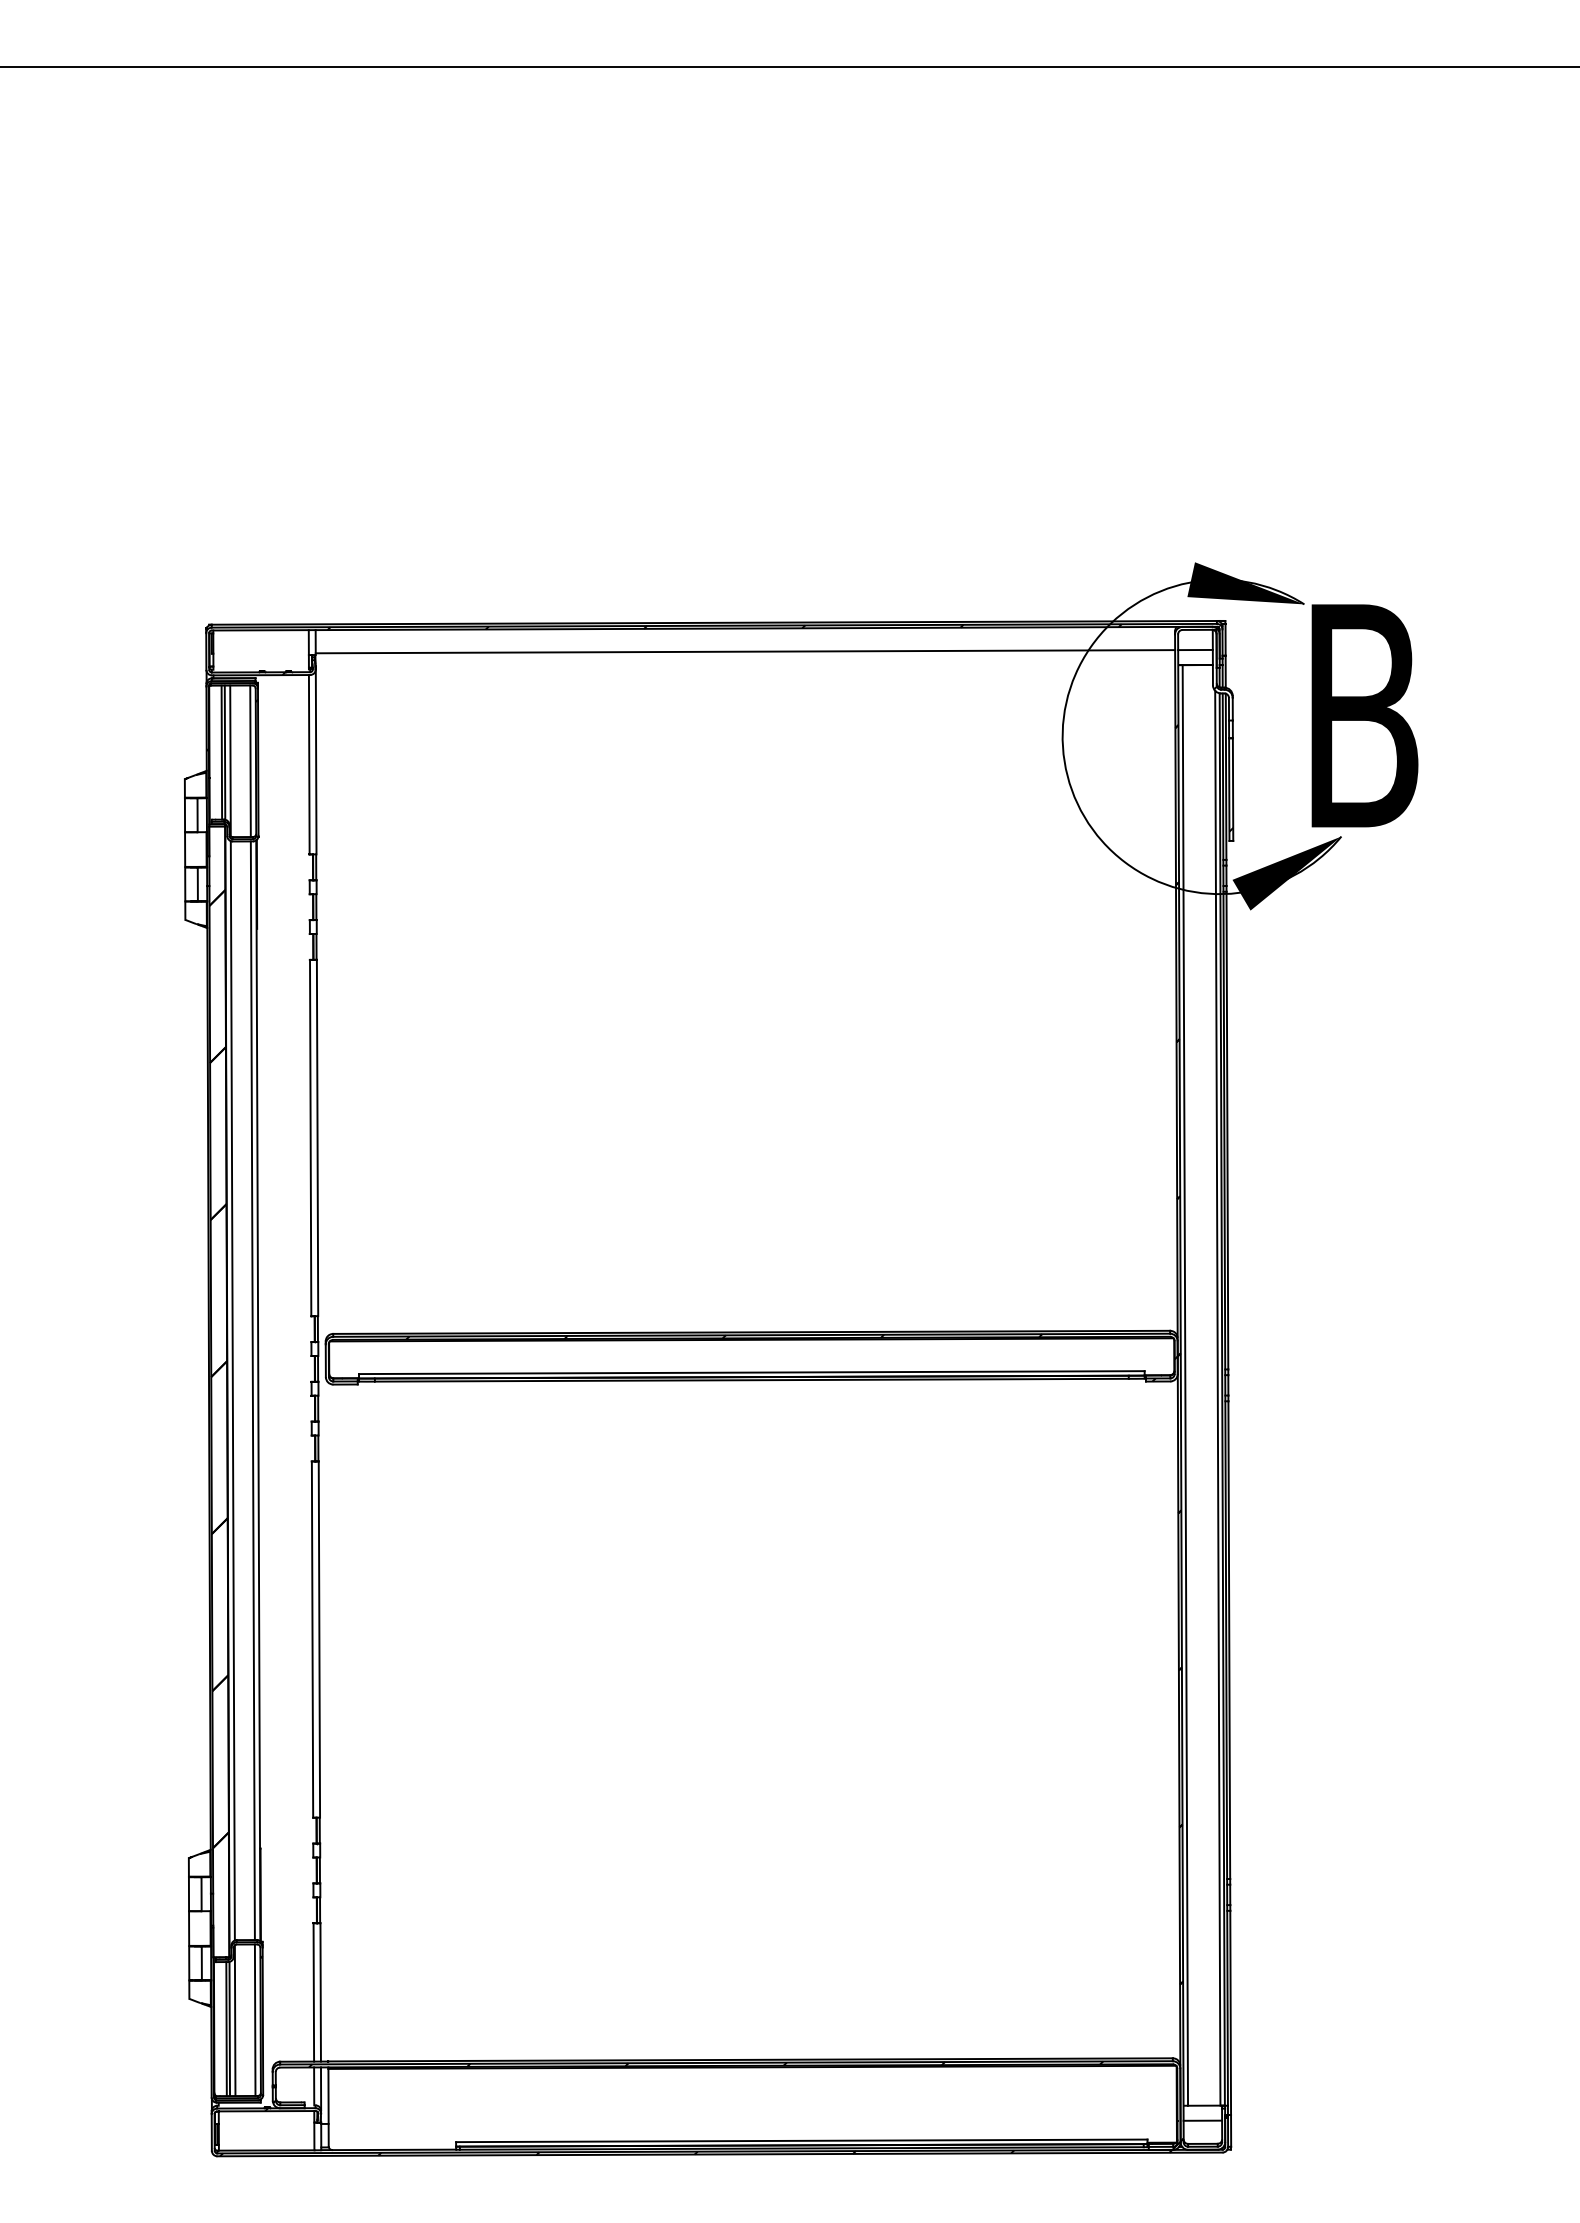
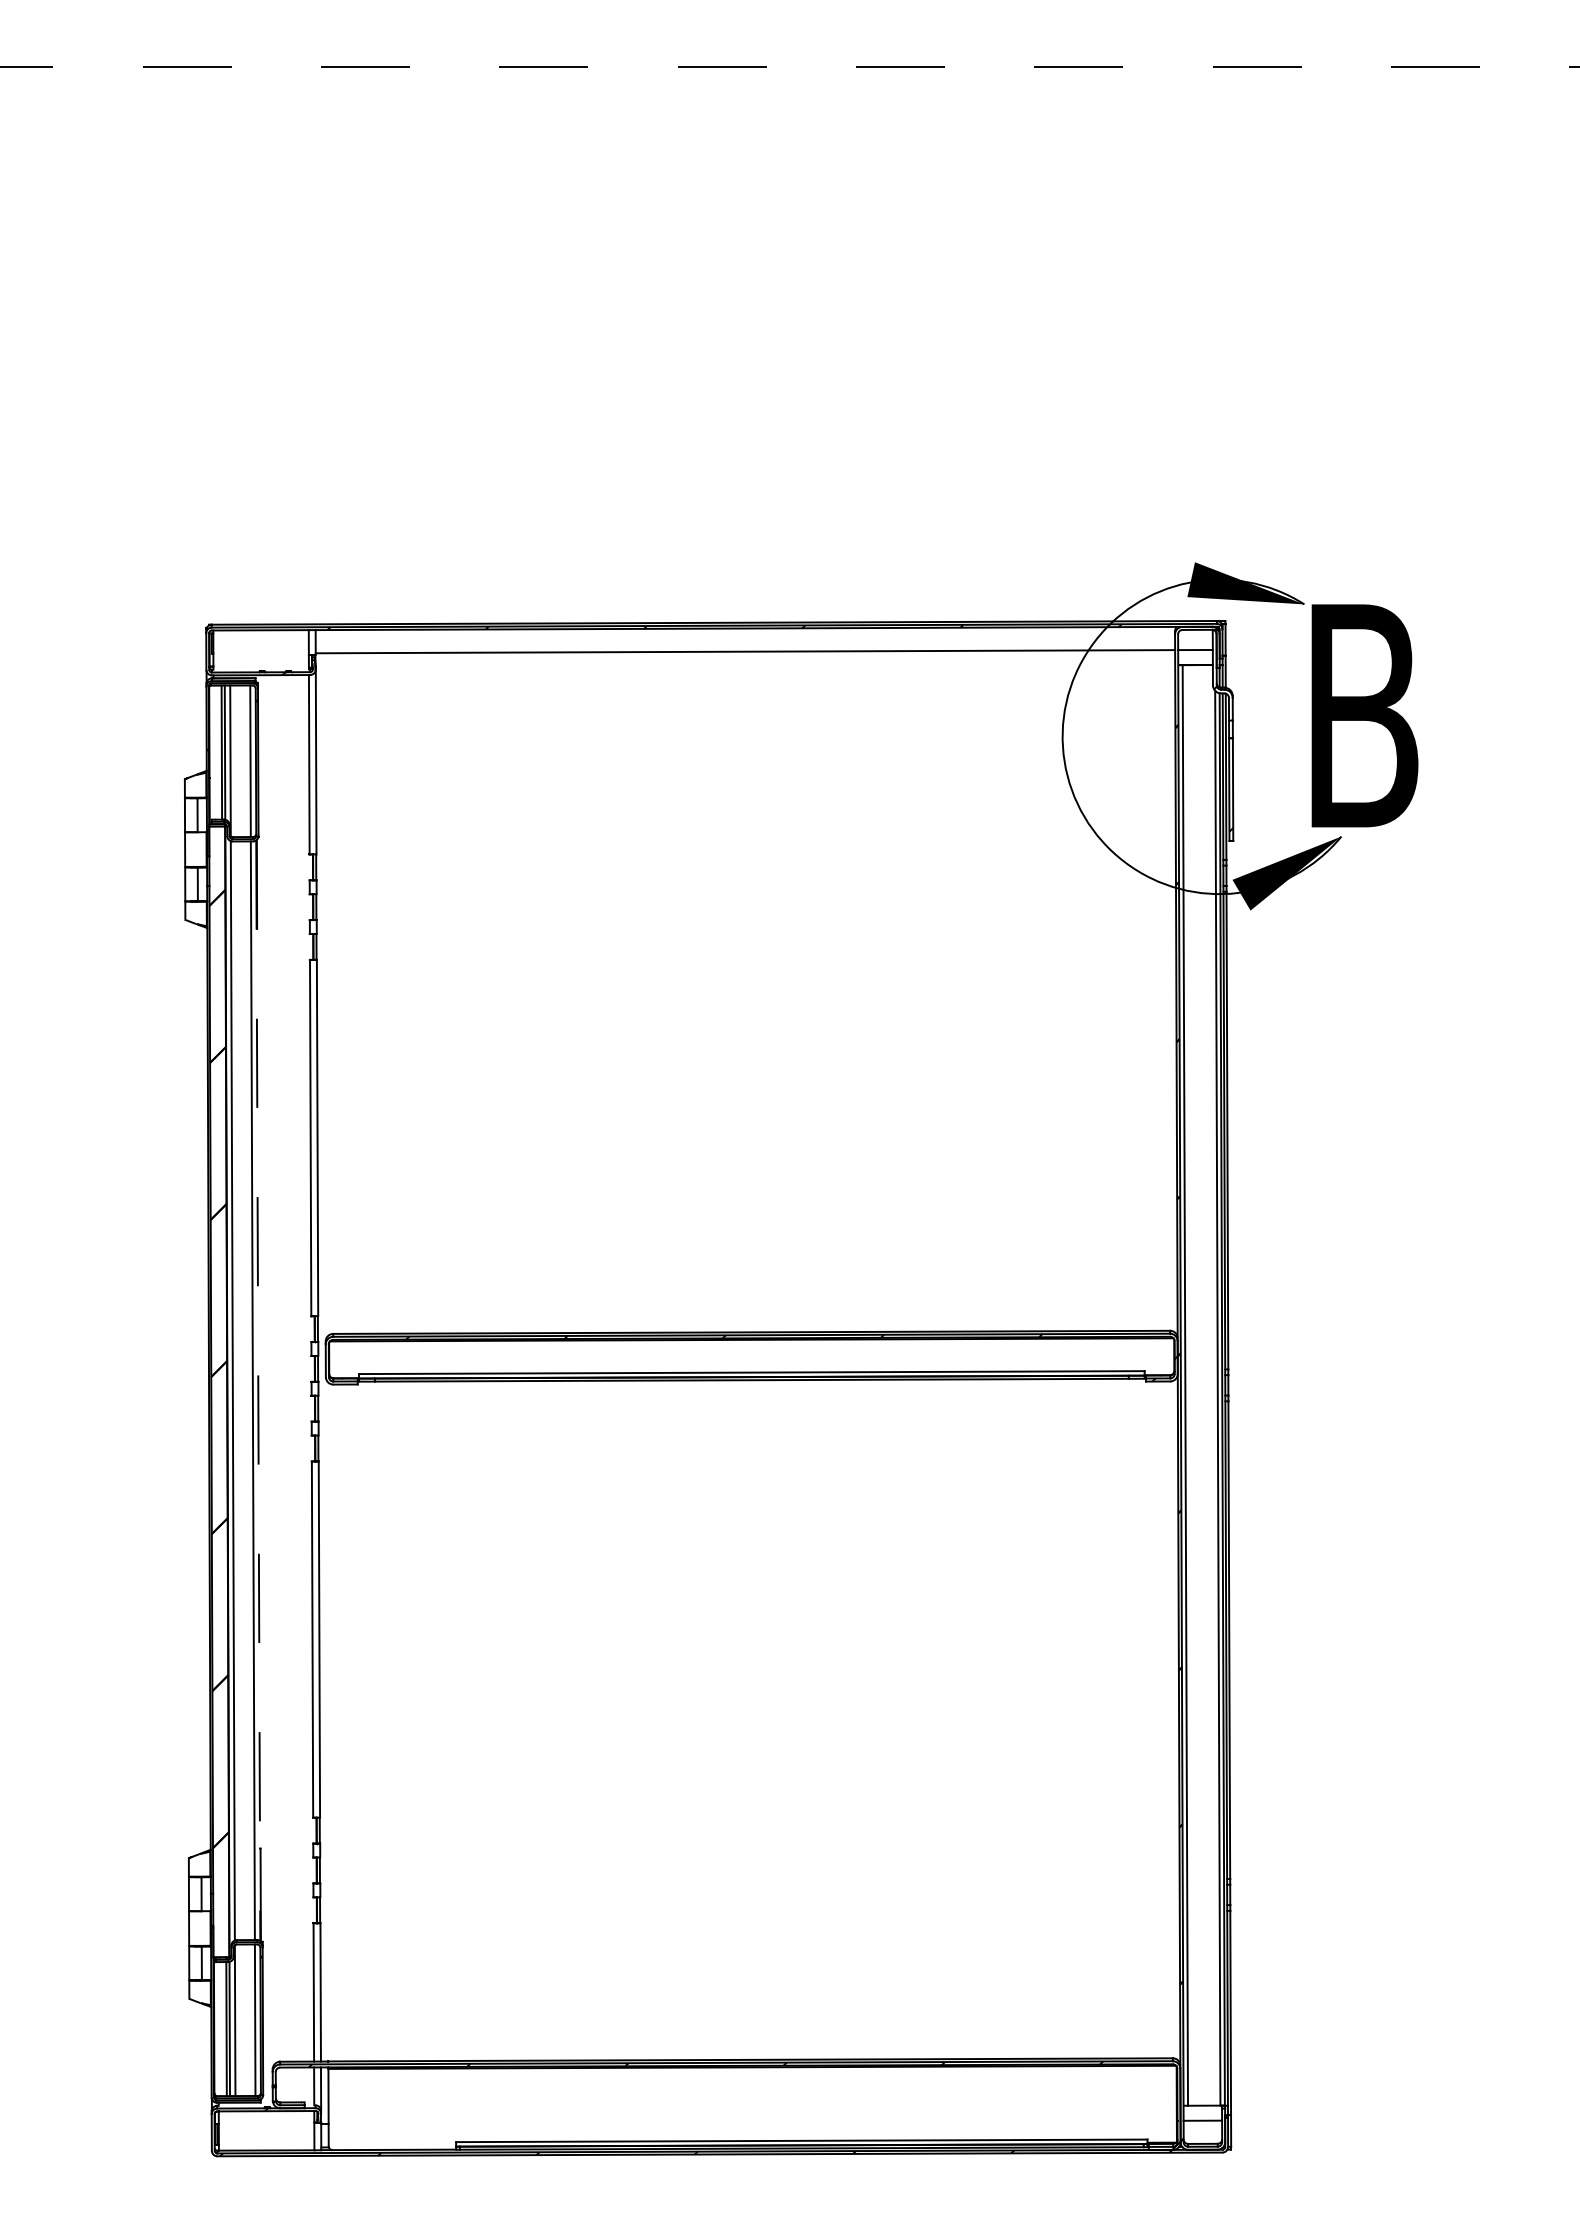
line at (790, 66): solid -> dashed
line at (258, 1391): solid -> dashed
